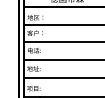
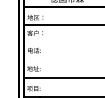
line at (62, 42): present -> none
line at (62, 60): present -> none
